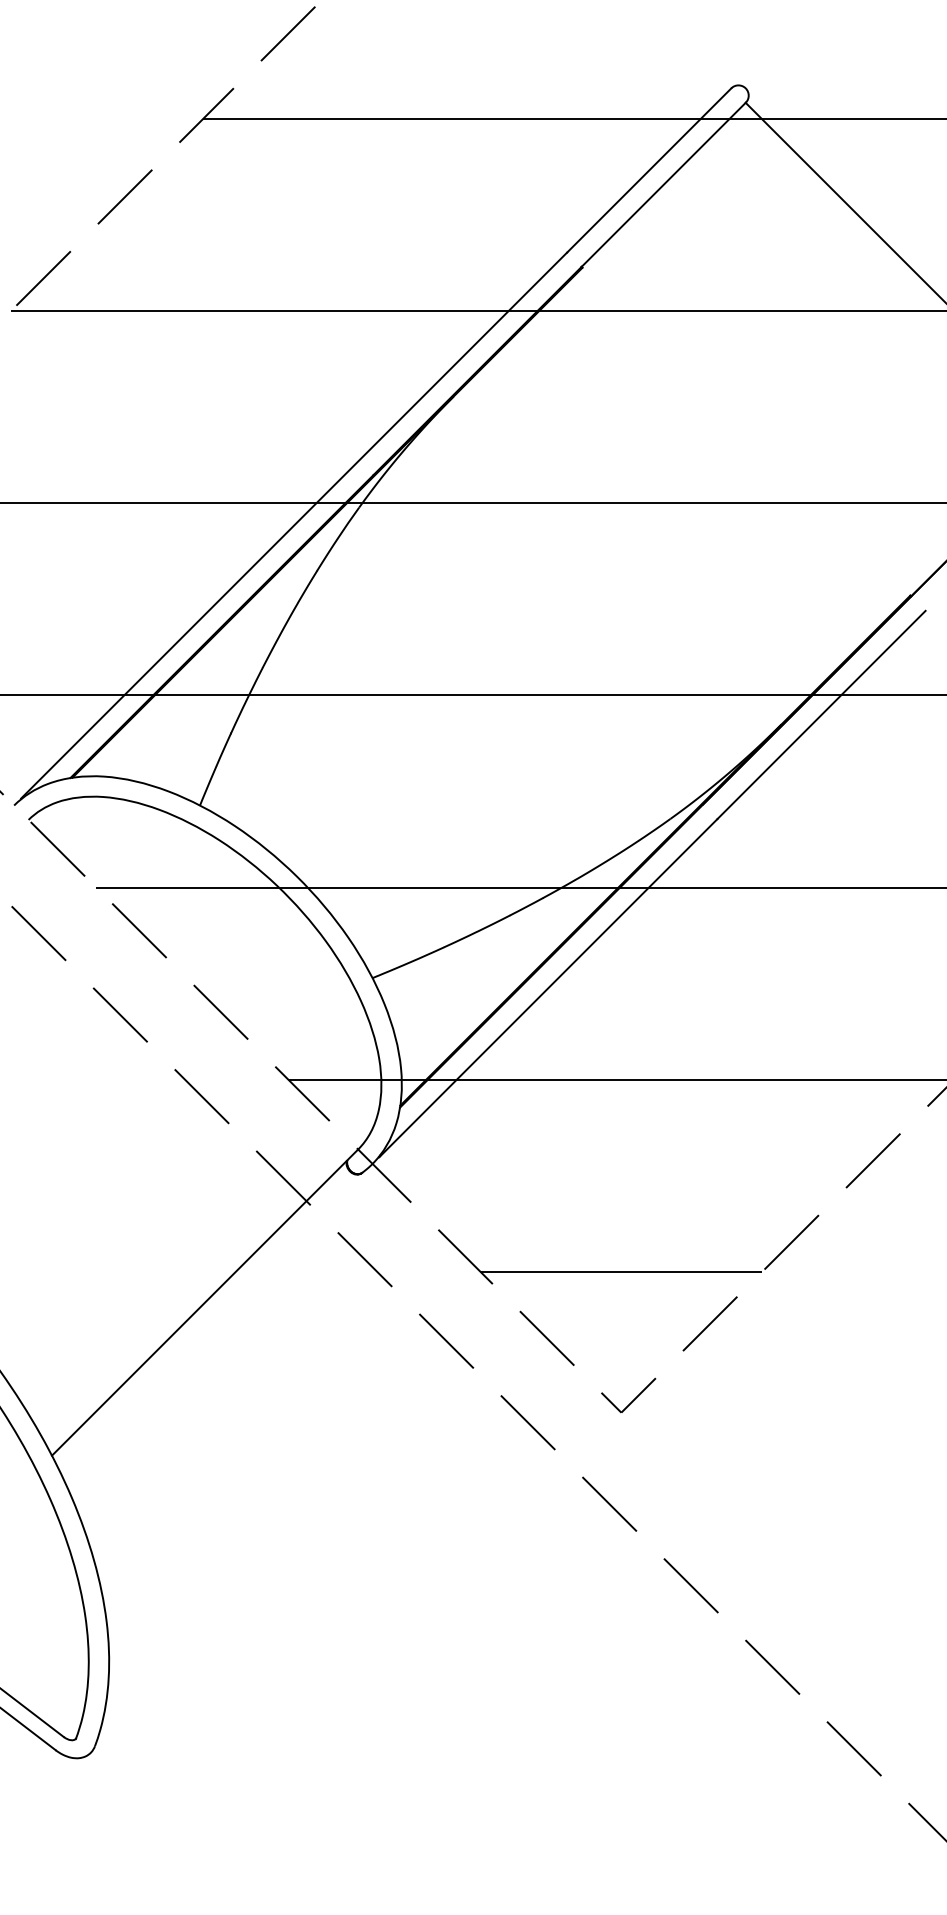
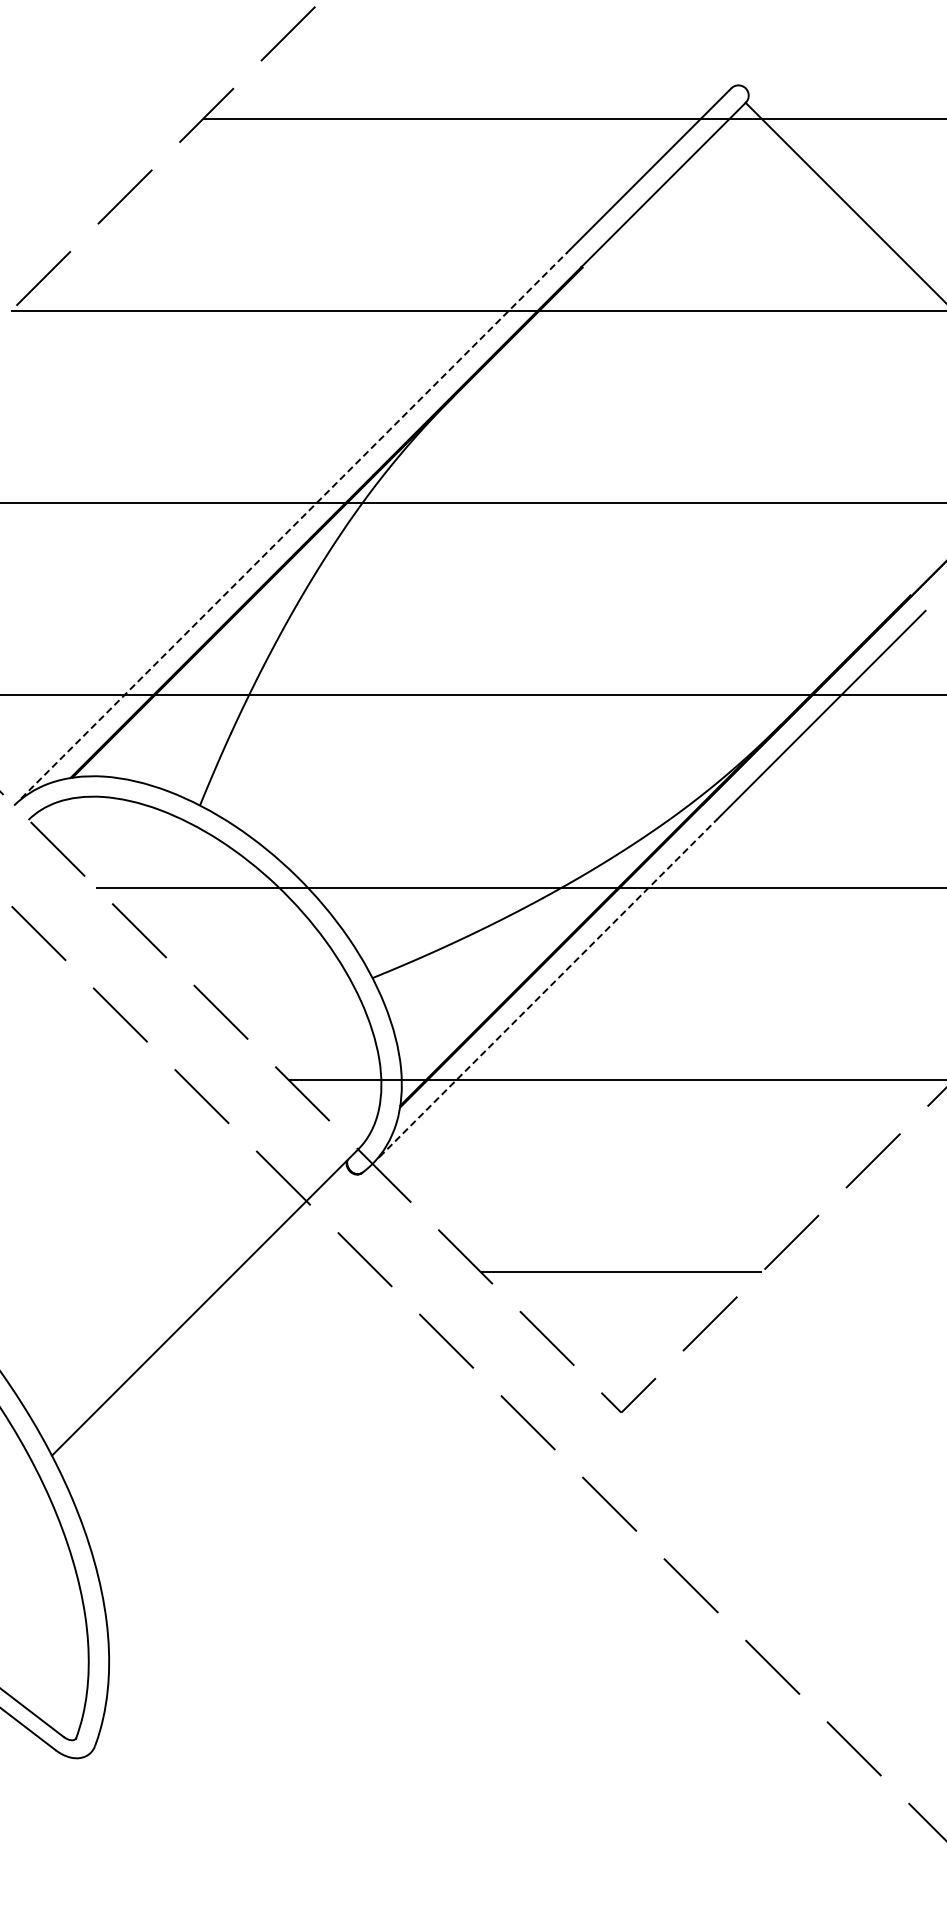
line at (294, 525): solid -> dashed
line at (548, 988): solid -> dashed
